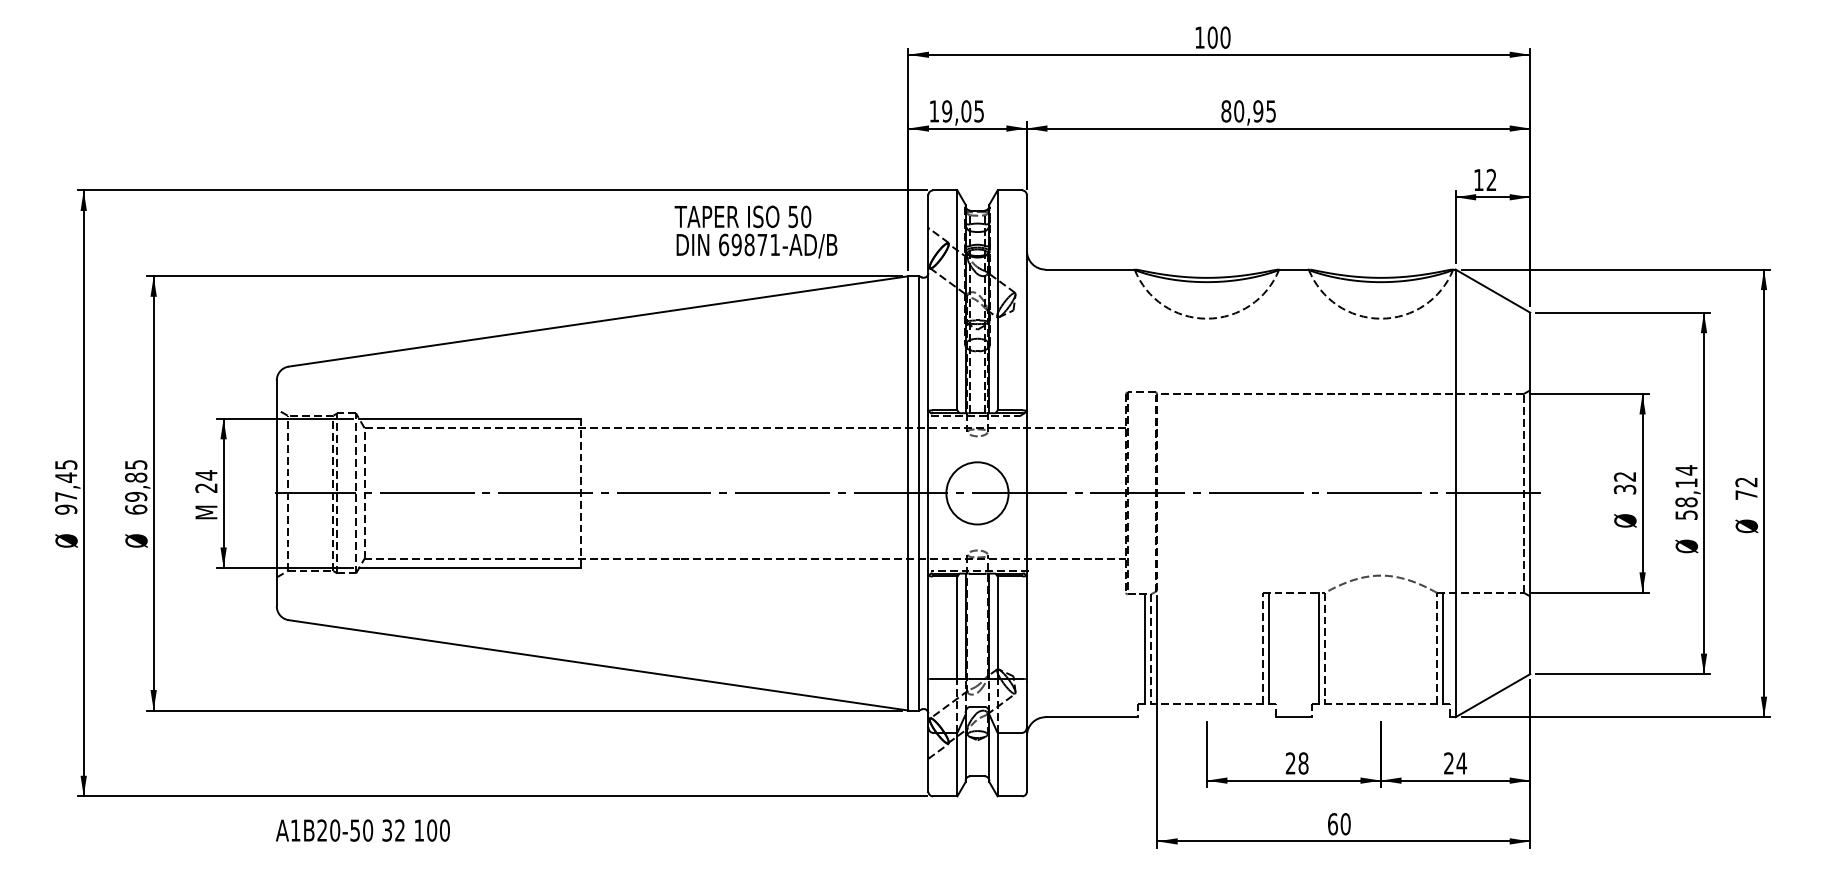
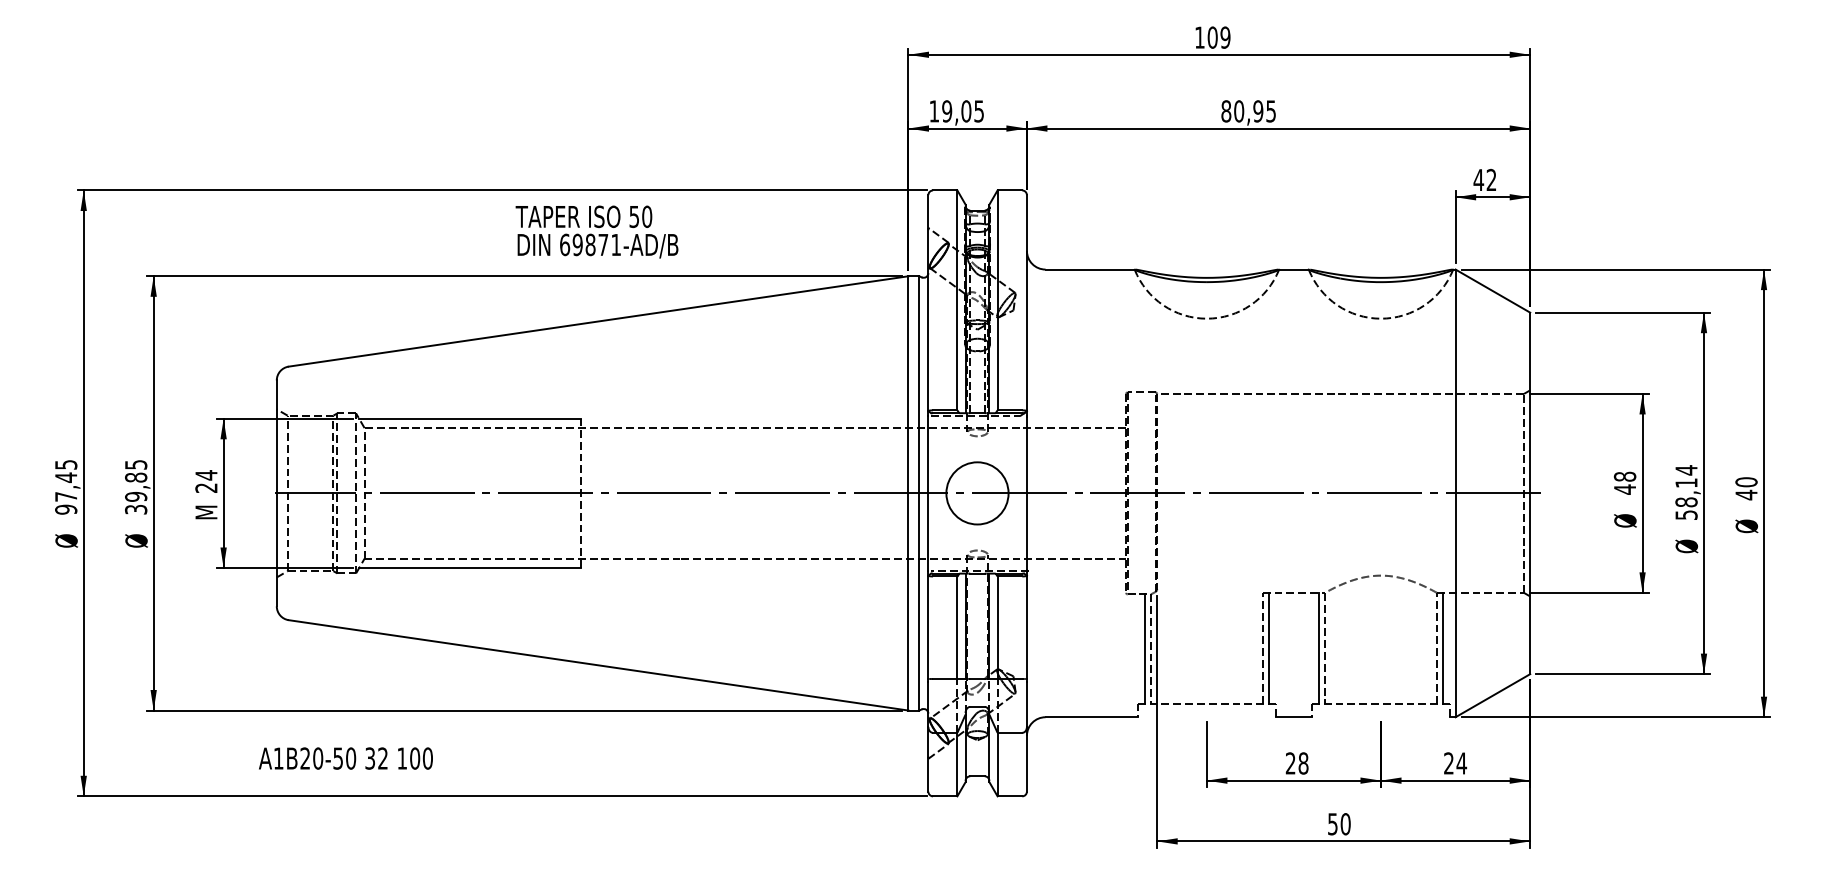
text at (1225, 37): 100 -> 109
text at (1478, 179): 12 -> 42
text at (755, 231) position: (755, 231) -> (596, 231)
text at (1624, 482): 32 -> 48
text at (1746, 488): 72 -> 40
text at (136, 509): 69,85 -> 39,85
text at (1332, 824): 60 -> 50
text at (362, 830) position: (362, 830) -> (345, 758)
